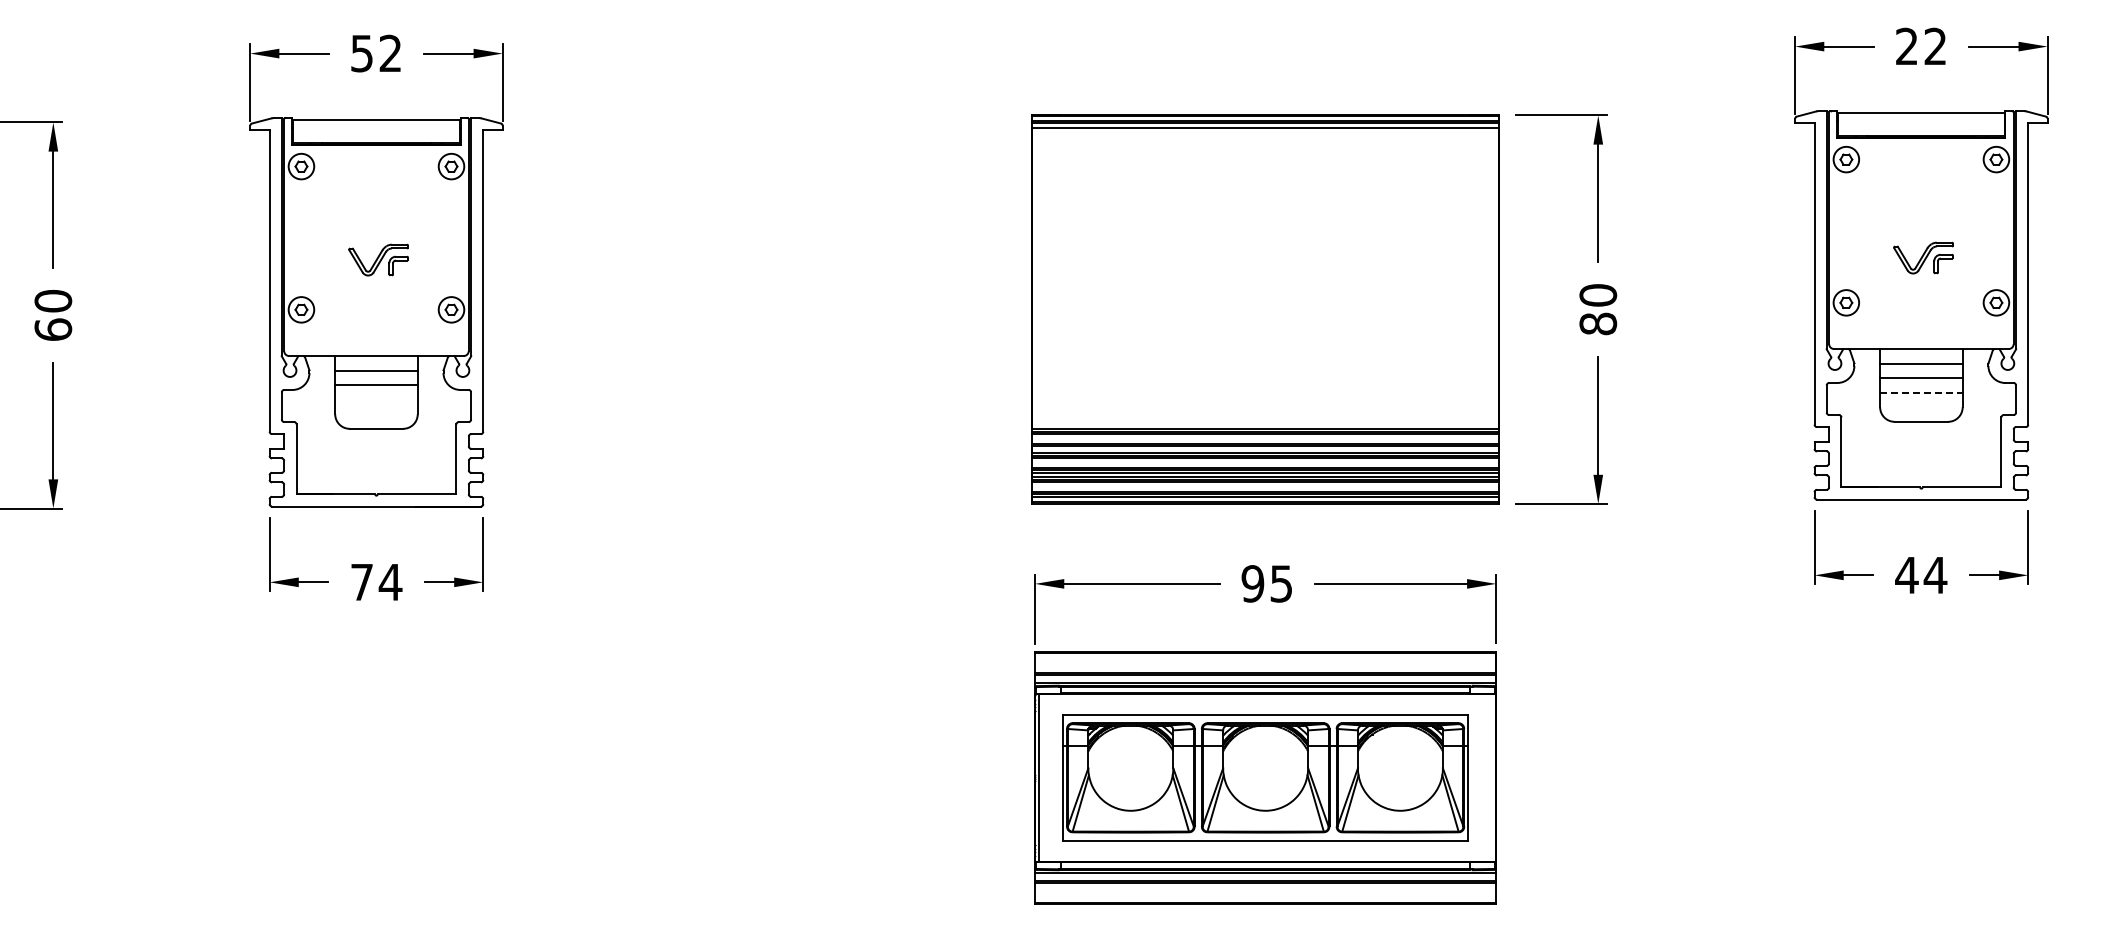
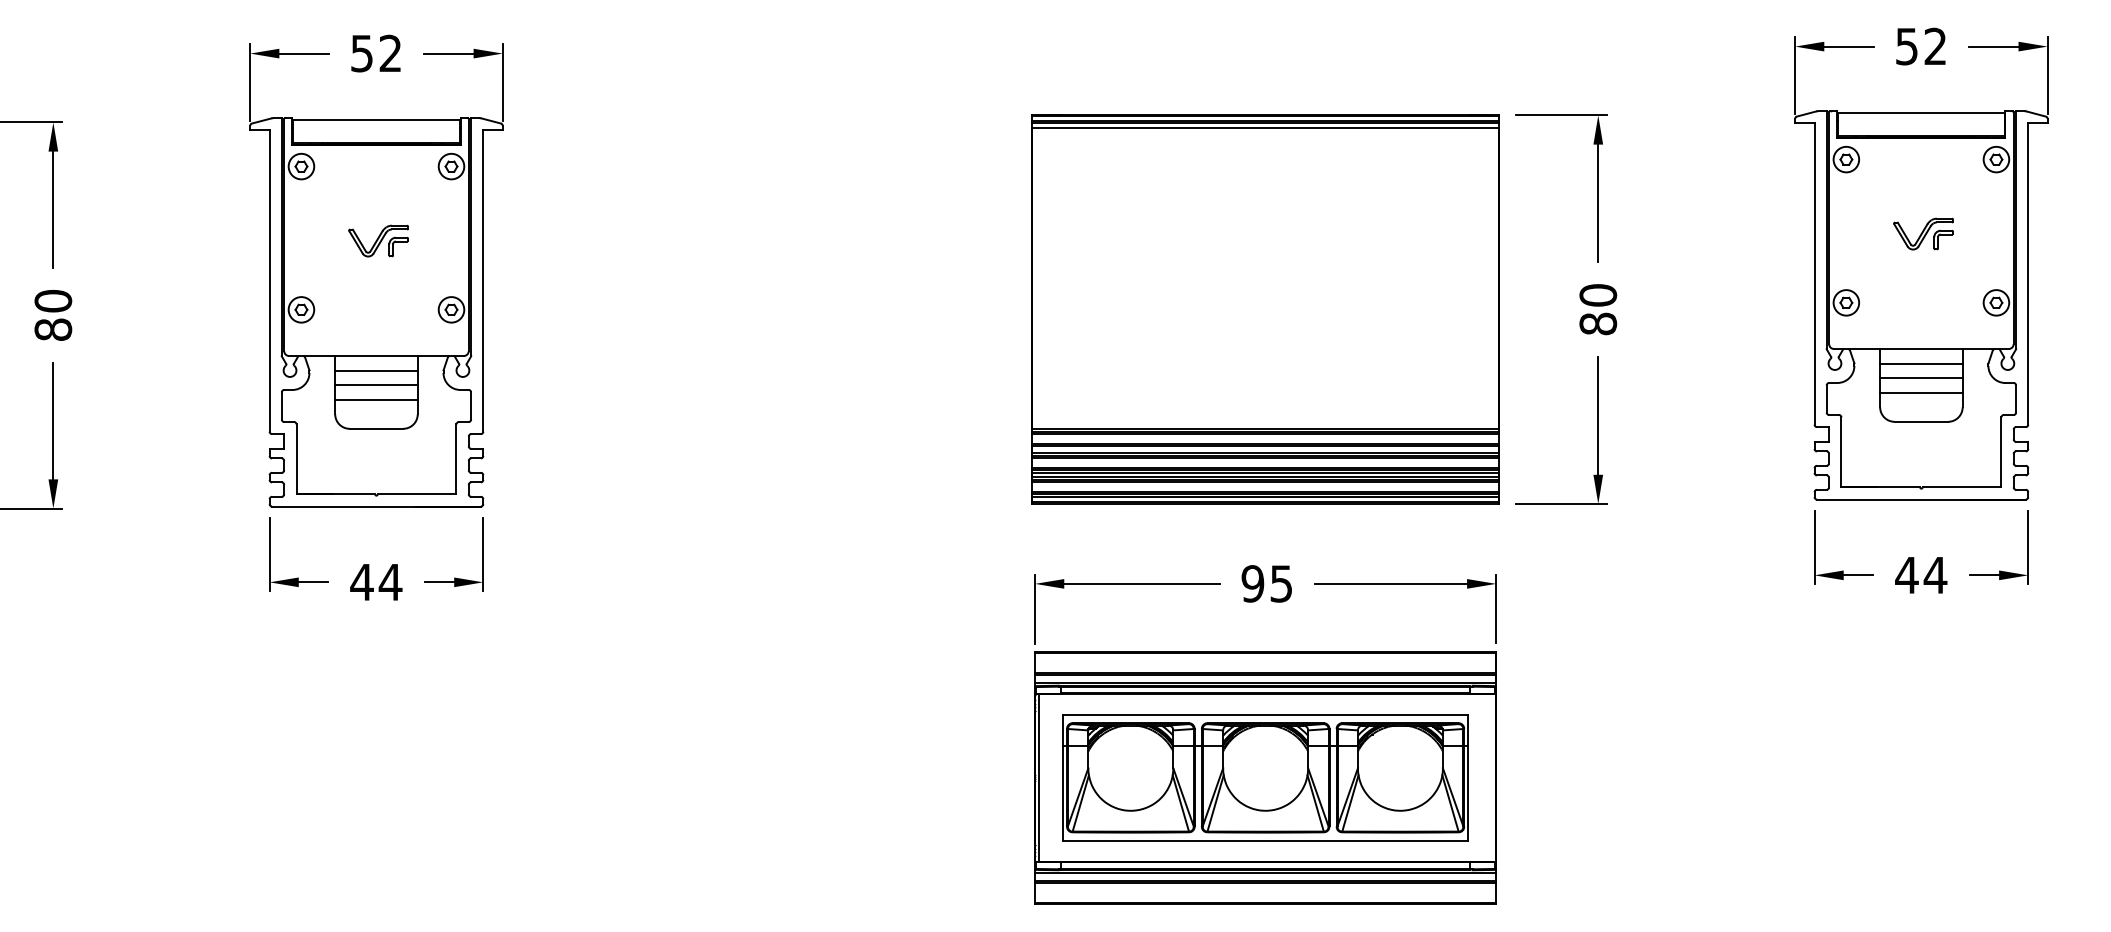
text at (1906, 46): 22 -> 52
part at (1923, 257) position: (1923, 257) -> (1923, 233)
part at (378, 259) position: (378, 259) -> (378, 240)
text at (53, 329): 60 -> 80
line at (1921, 392): dashed -> solid
line at (376, 399): none -> present
text at (361, 582): 74 -> 44
